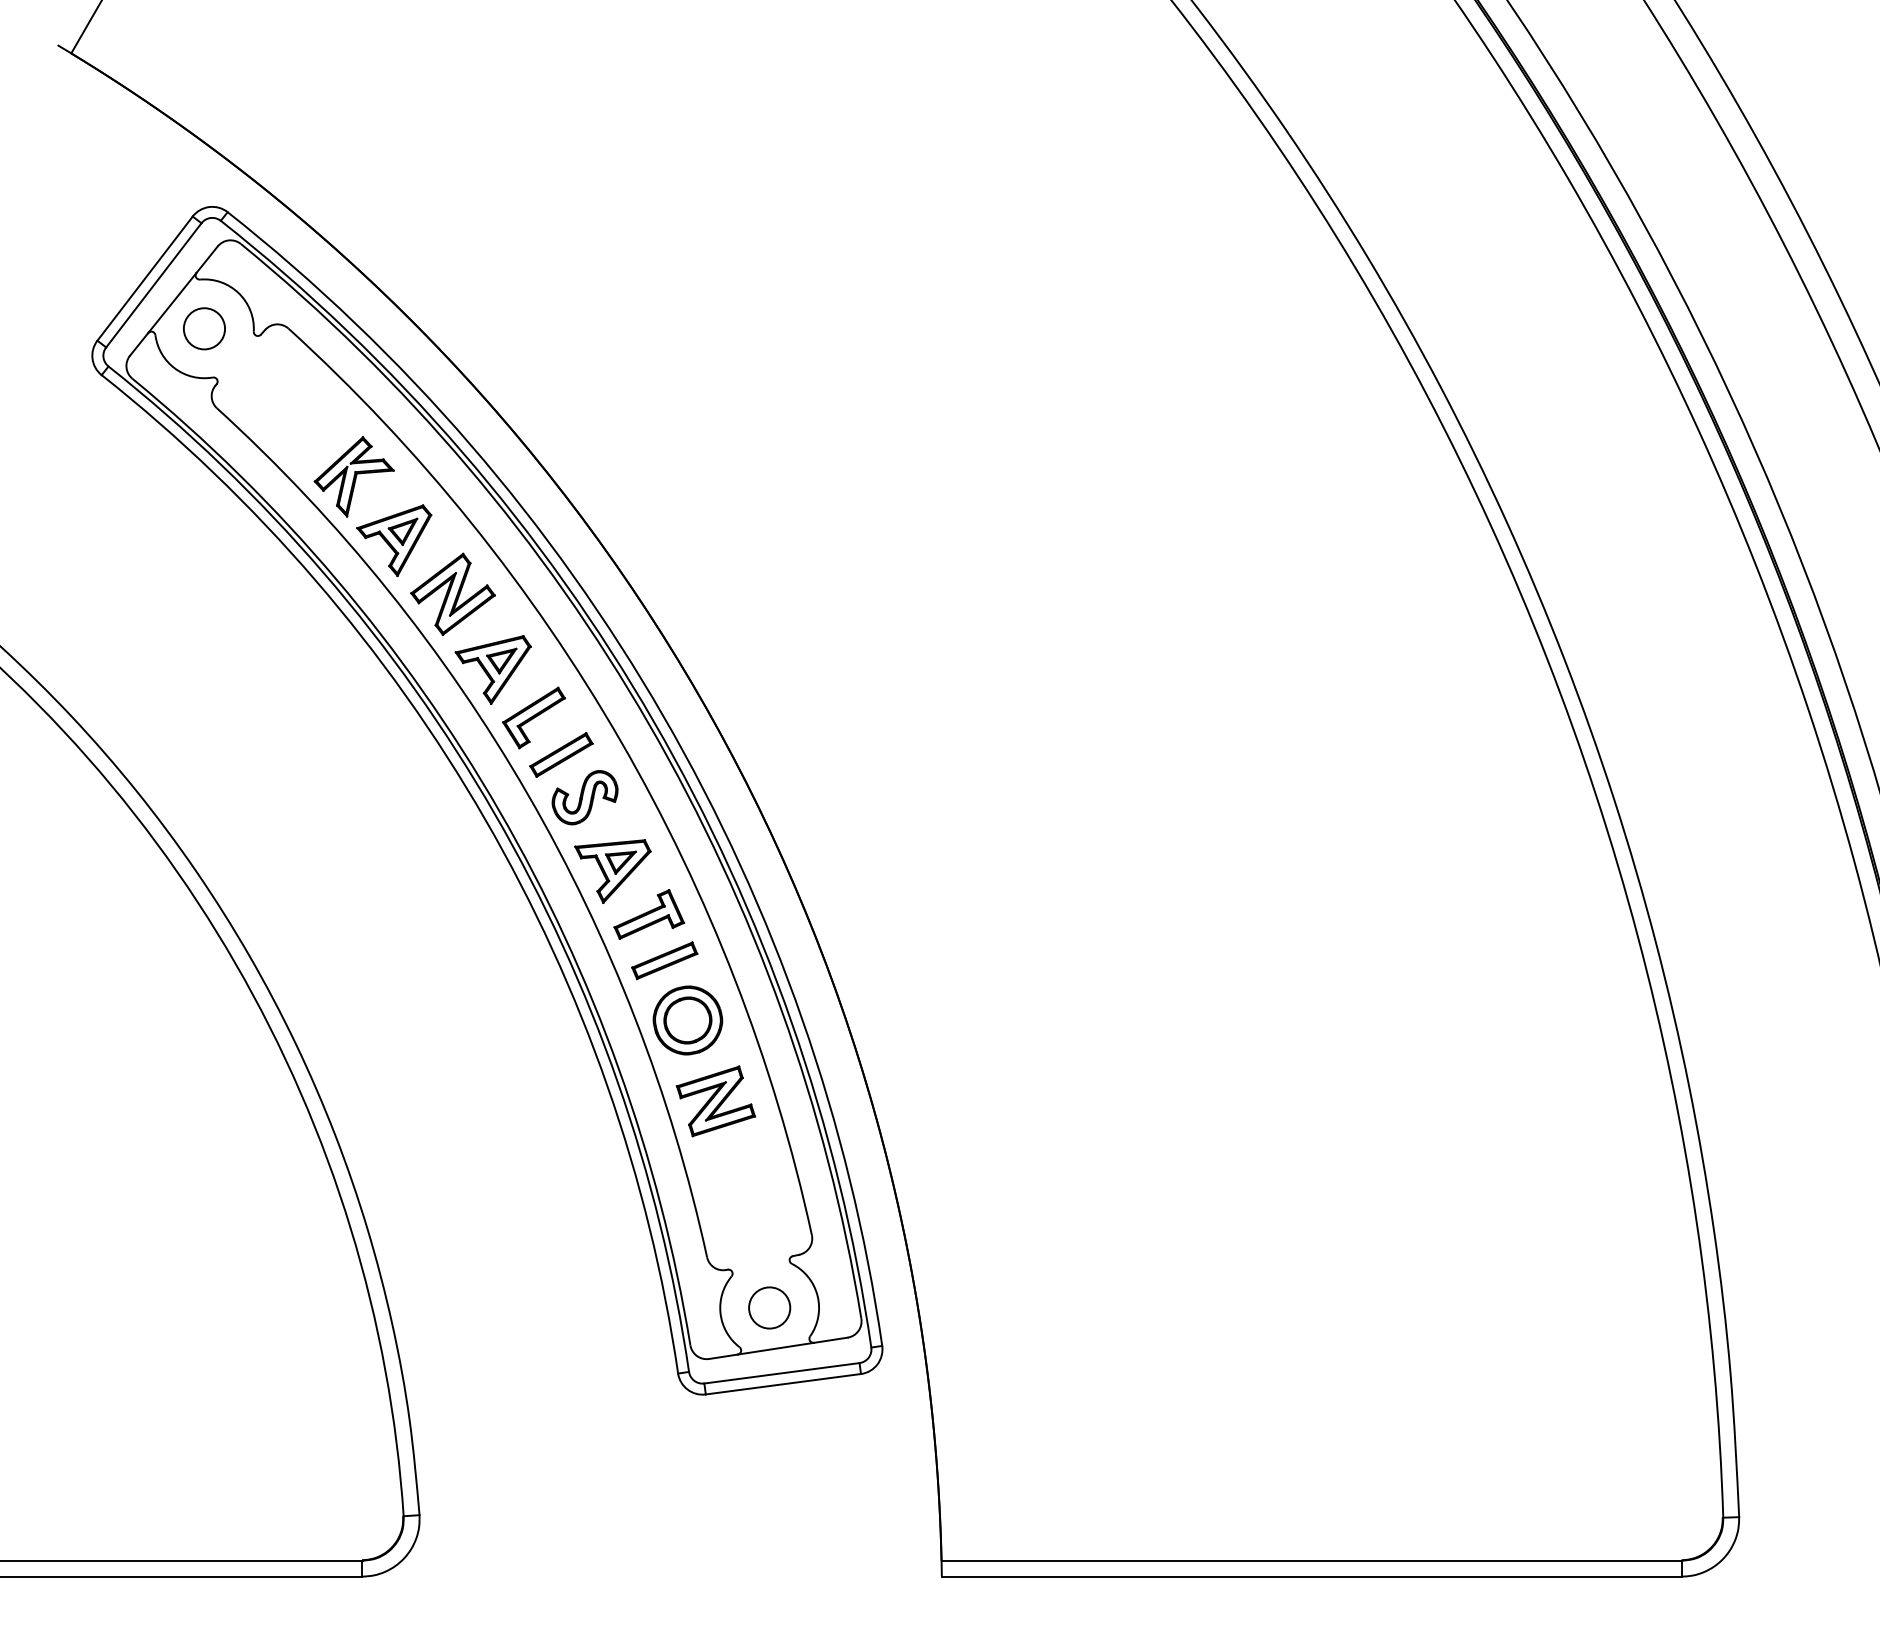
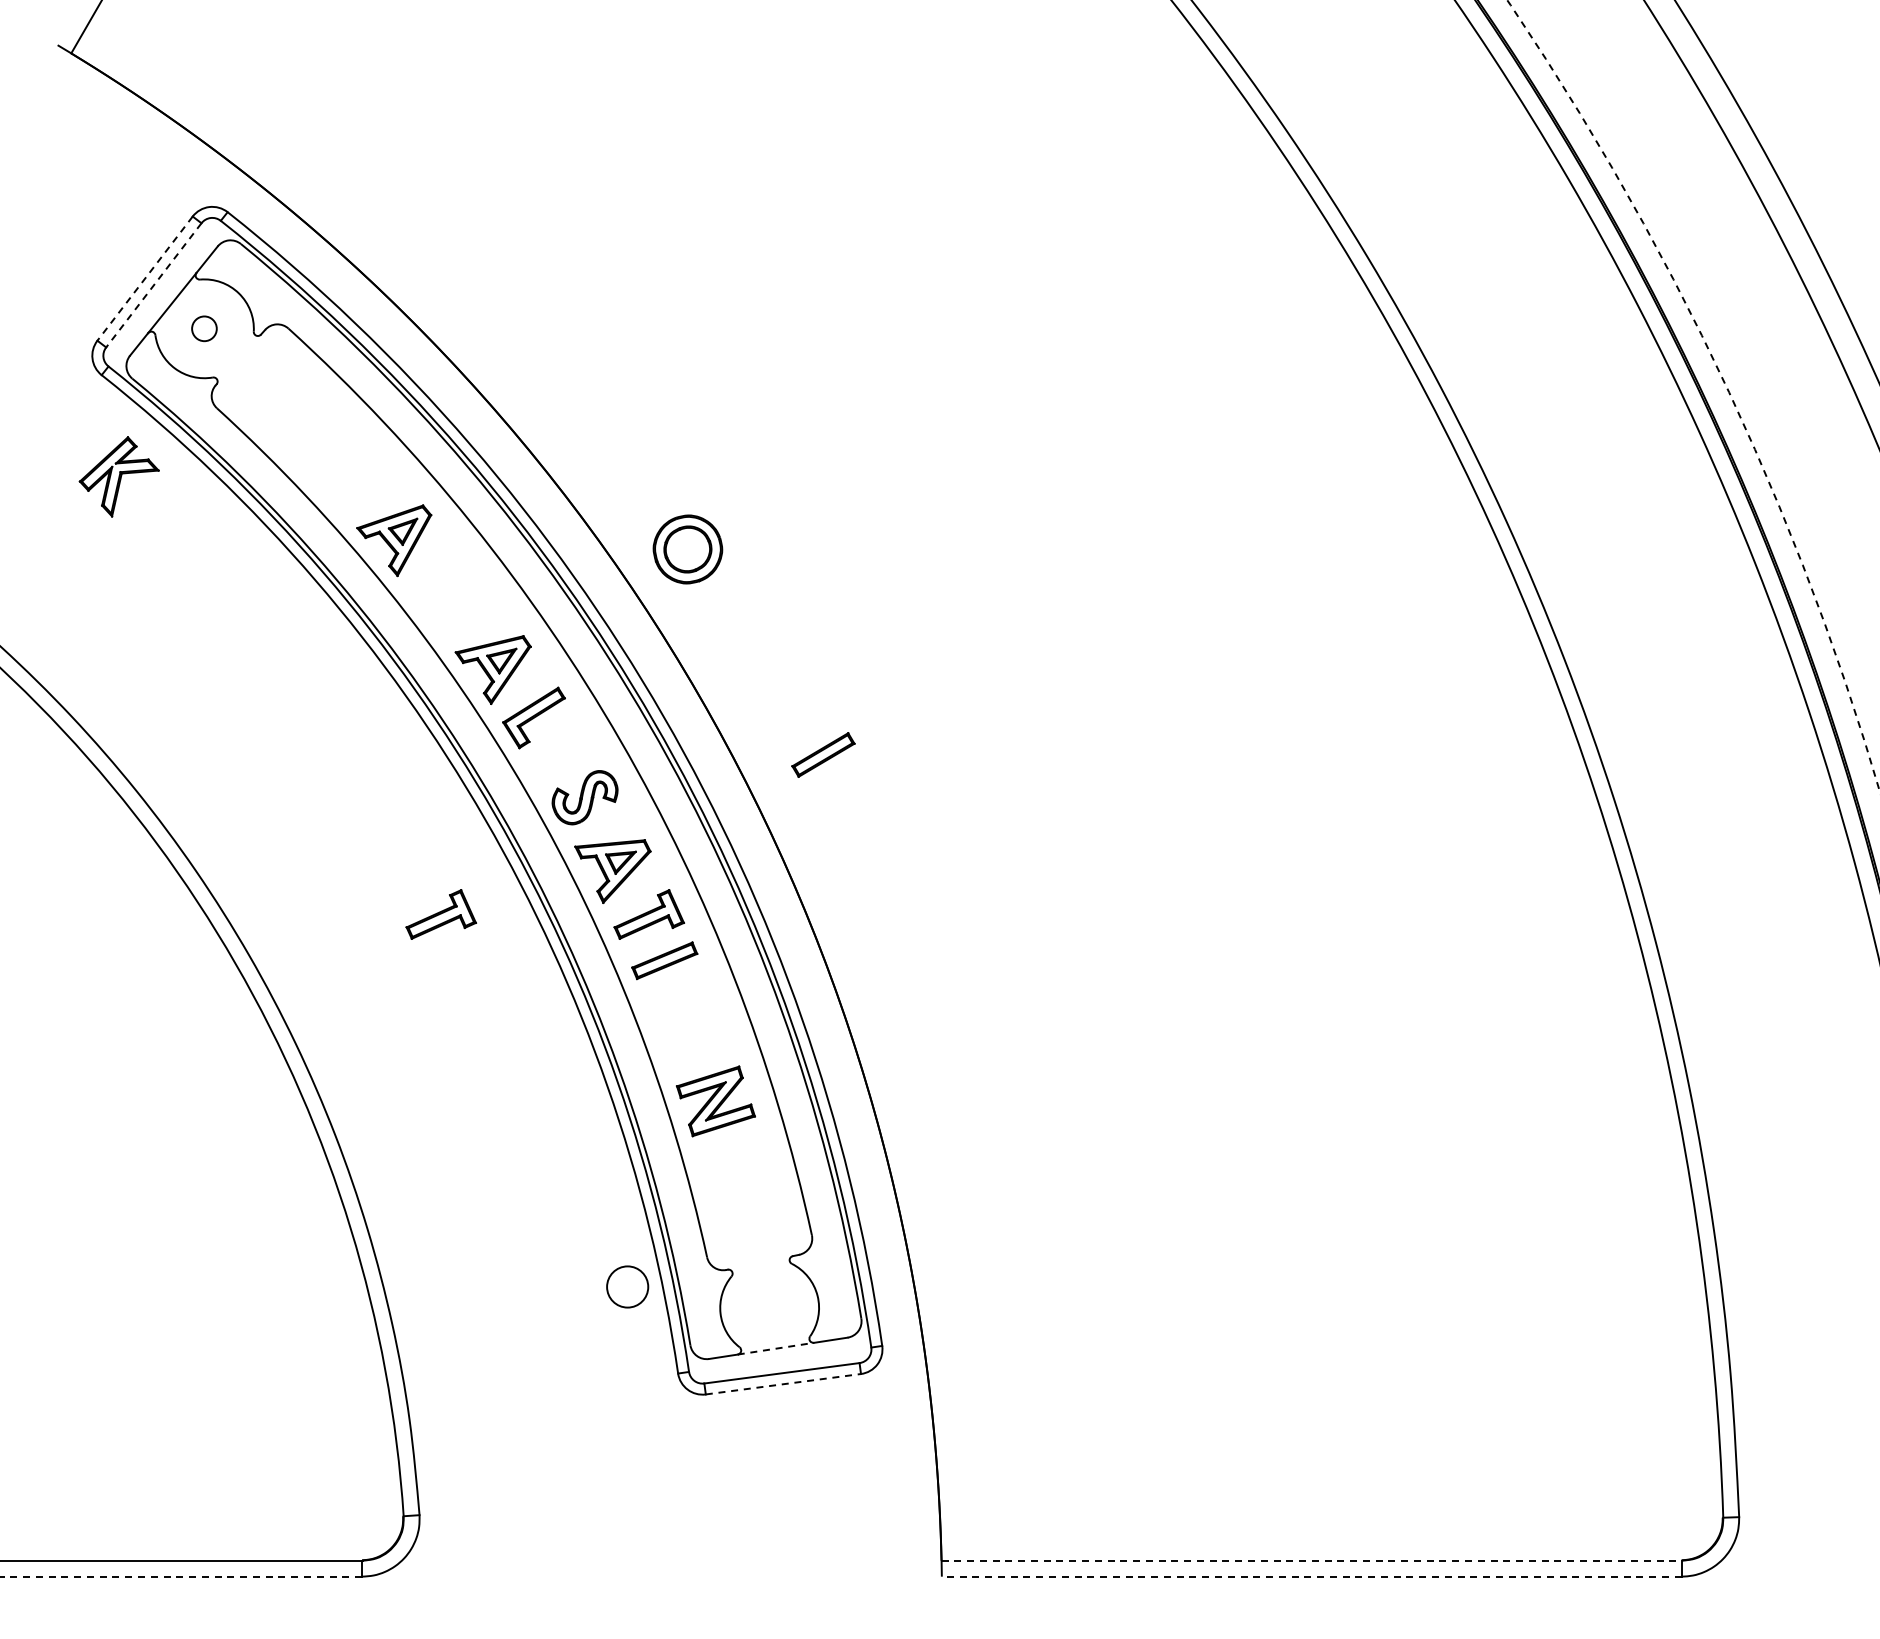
line at (144, 279): solid -> dashed
line at (153, 285): solid -> dashed
circle at (204, 328) diameter: 41 px -> 25 px
arc at (1723, 381): solid -> dashed
part at (353, 476) position: (353, 476) -> (118, 476)
part at (452, 593): present -> none
part at (561, 754) position: (561, 754) -> (823, 754)
part at (440, 914): none -> present
part at (687, 1020) position: (687, 1020) -> (687, 549)
circle at (769, 1307) position: (769, 1307) -> (627, 1286)
line at (775, 1348): solid -> dashed
line at (783, 1384): solid -> dashed
line at (1312, 1560): solid -> dashed
line at (181, 1576): solid -> dashed
line at (1311, 1576): solid -> dashed
